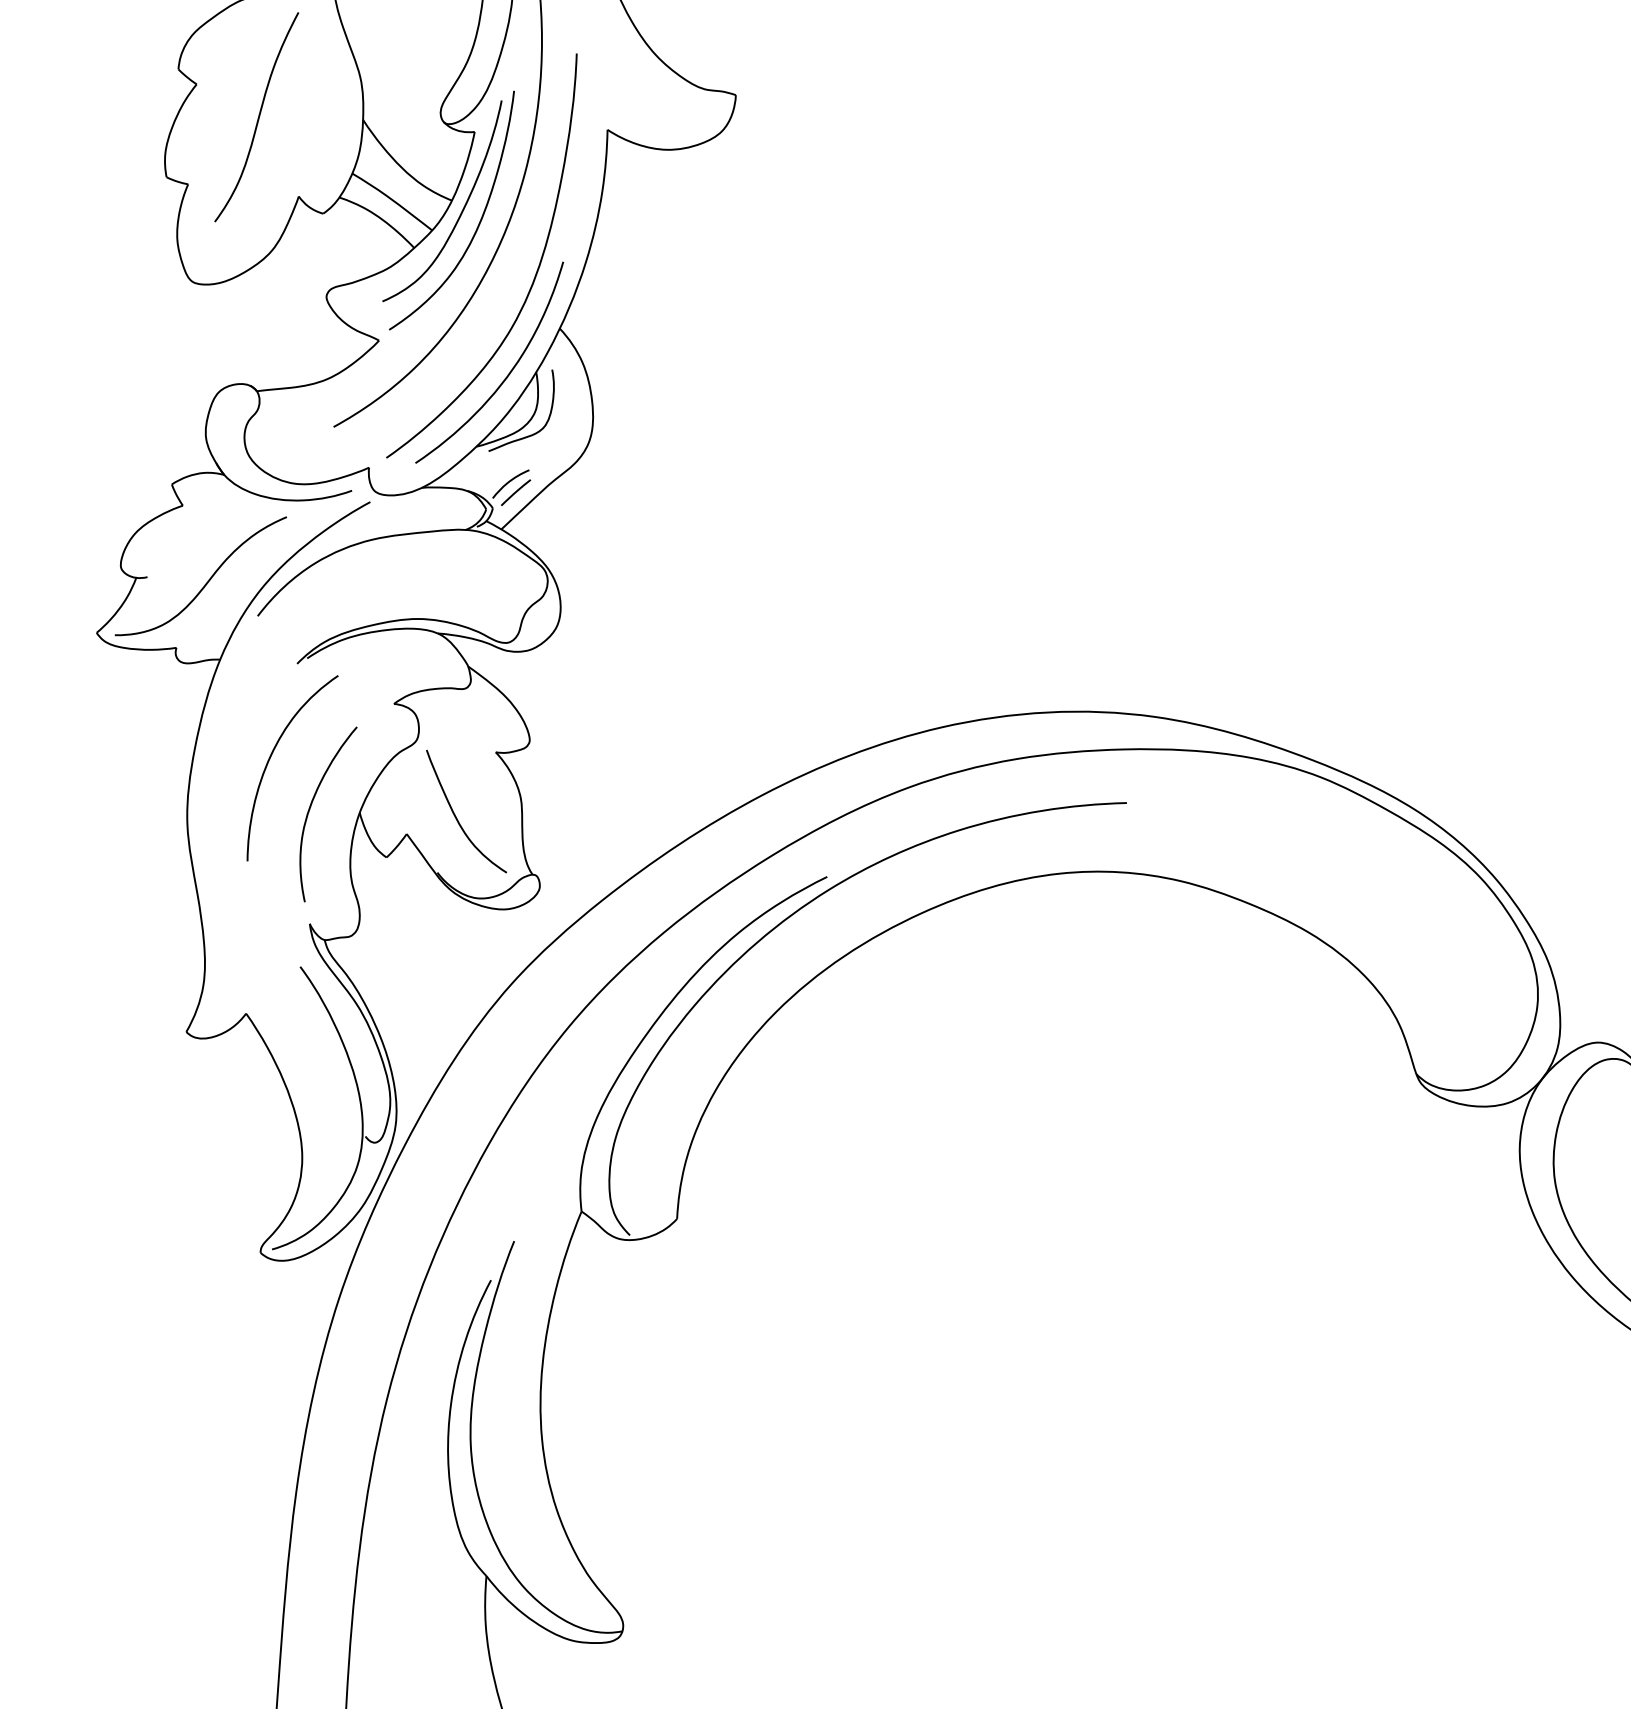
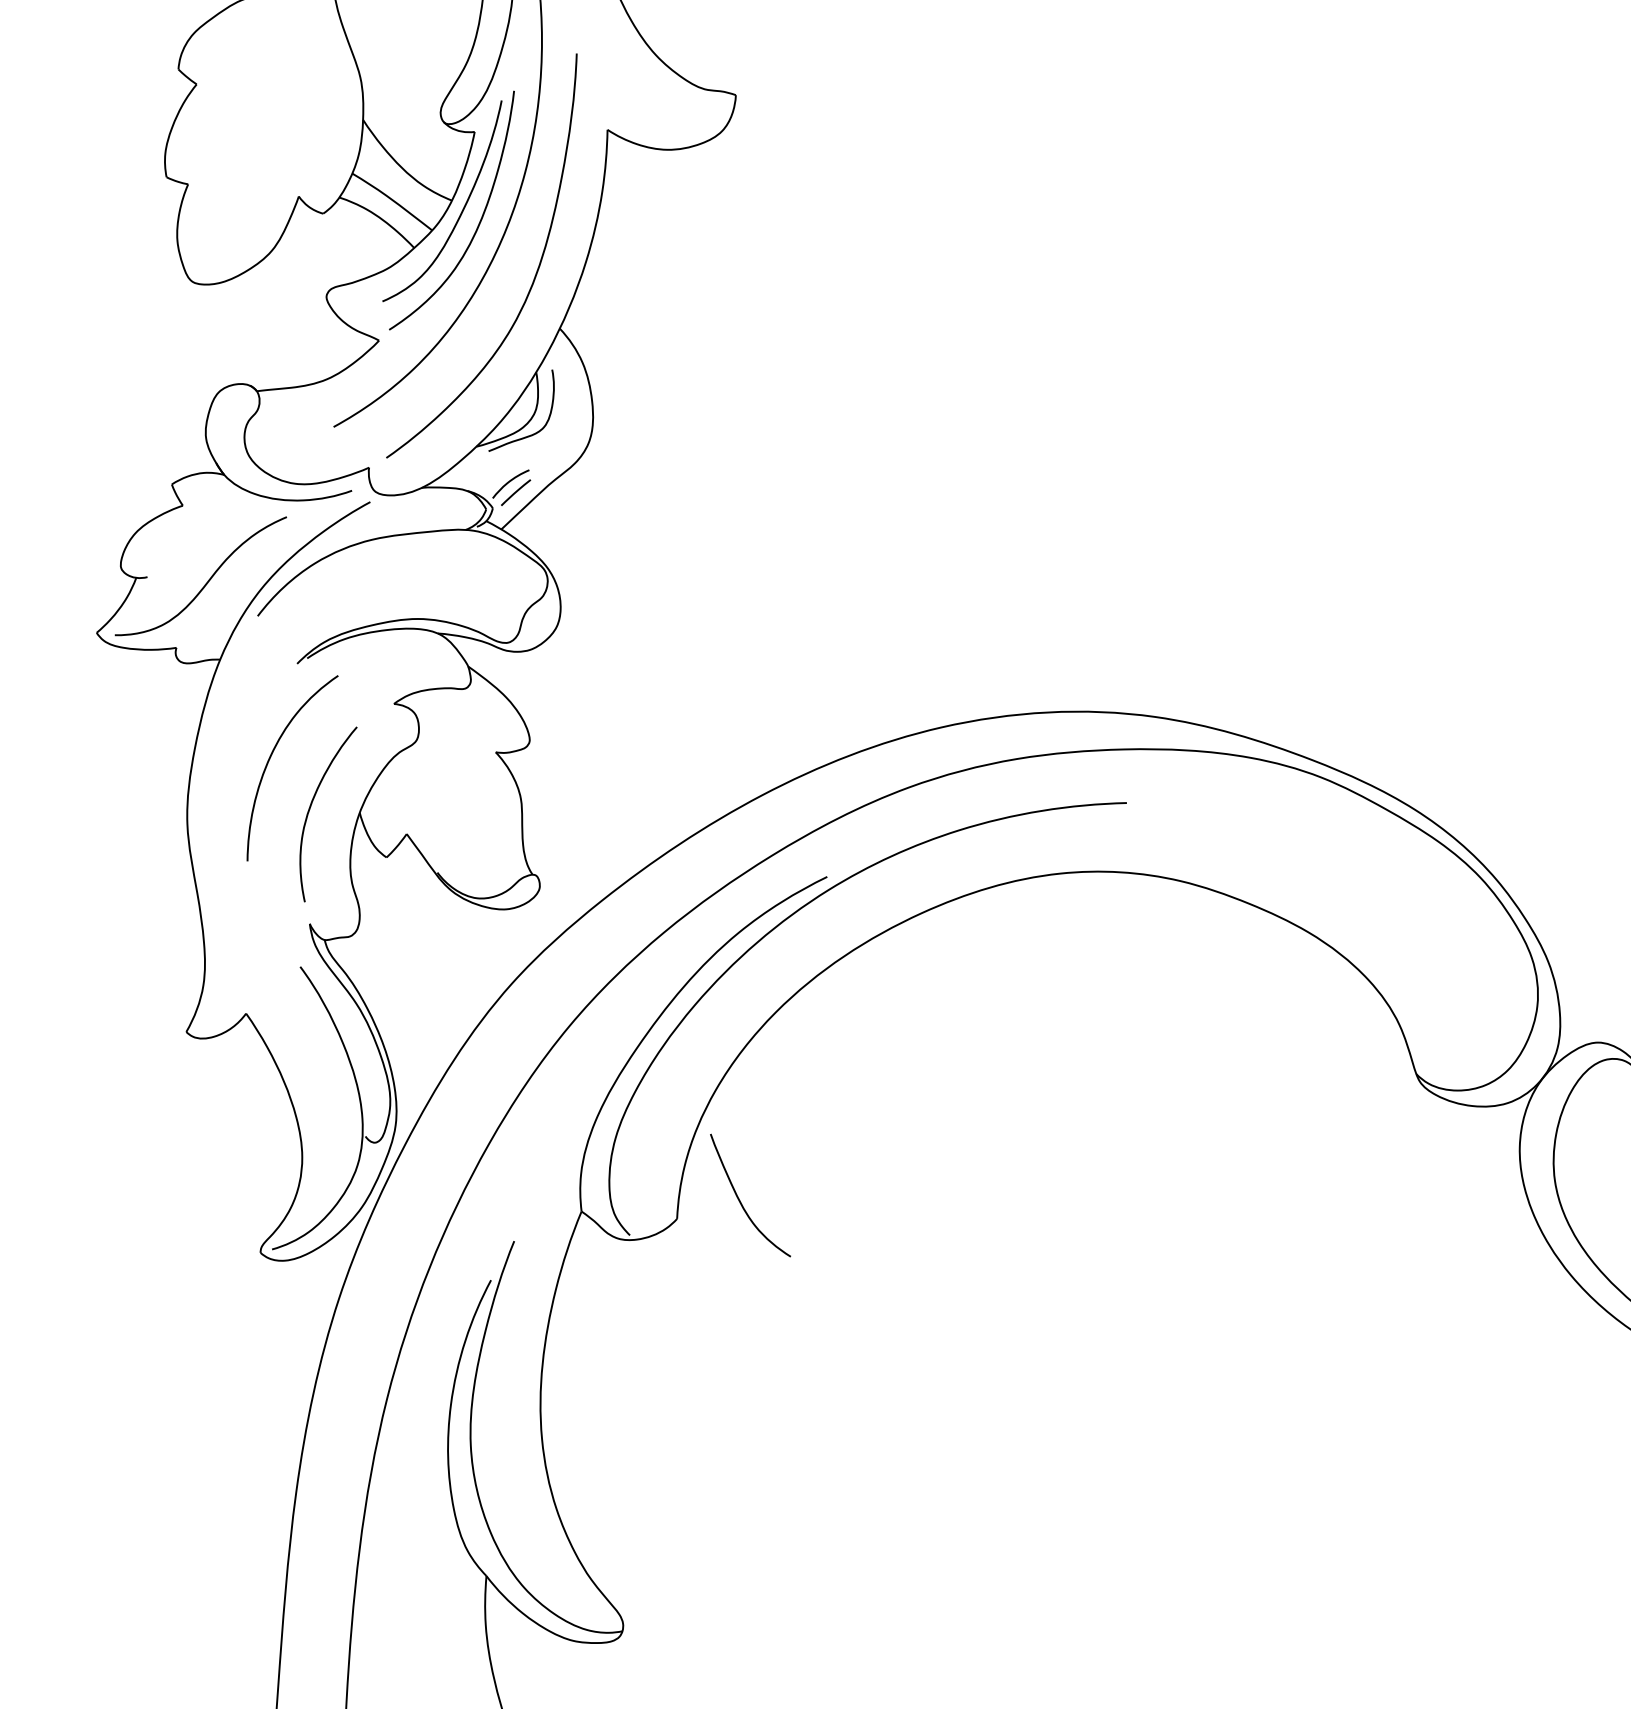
curve at (257, 118): present -> none
curve at (507, 374): present -> none
curve at (456, 816) position: (456, 816) -> (740, 1200)
